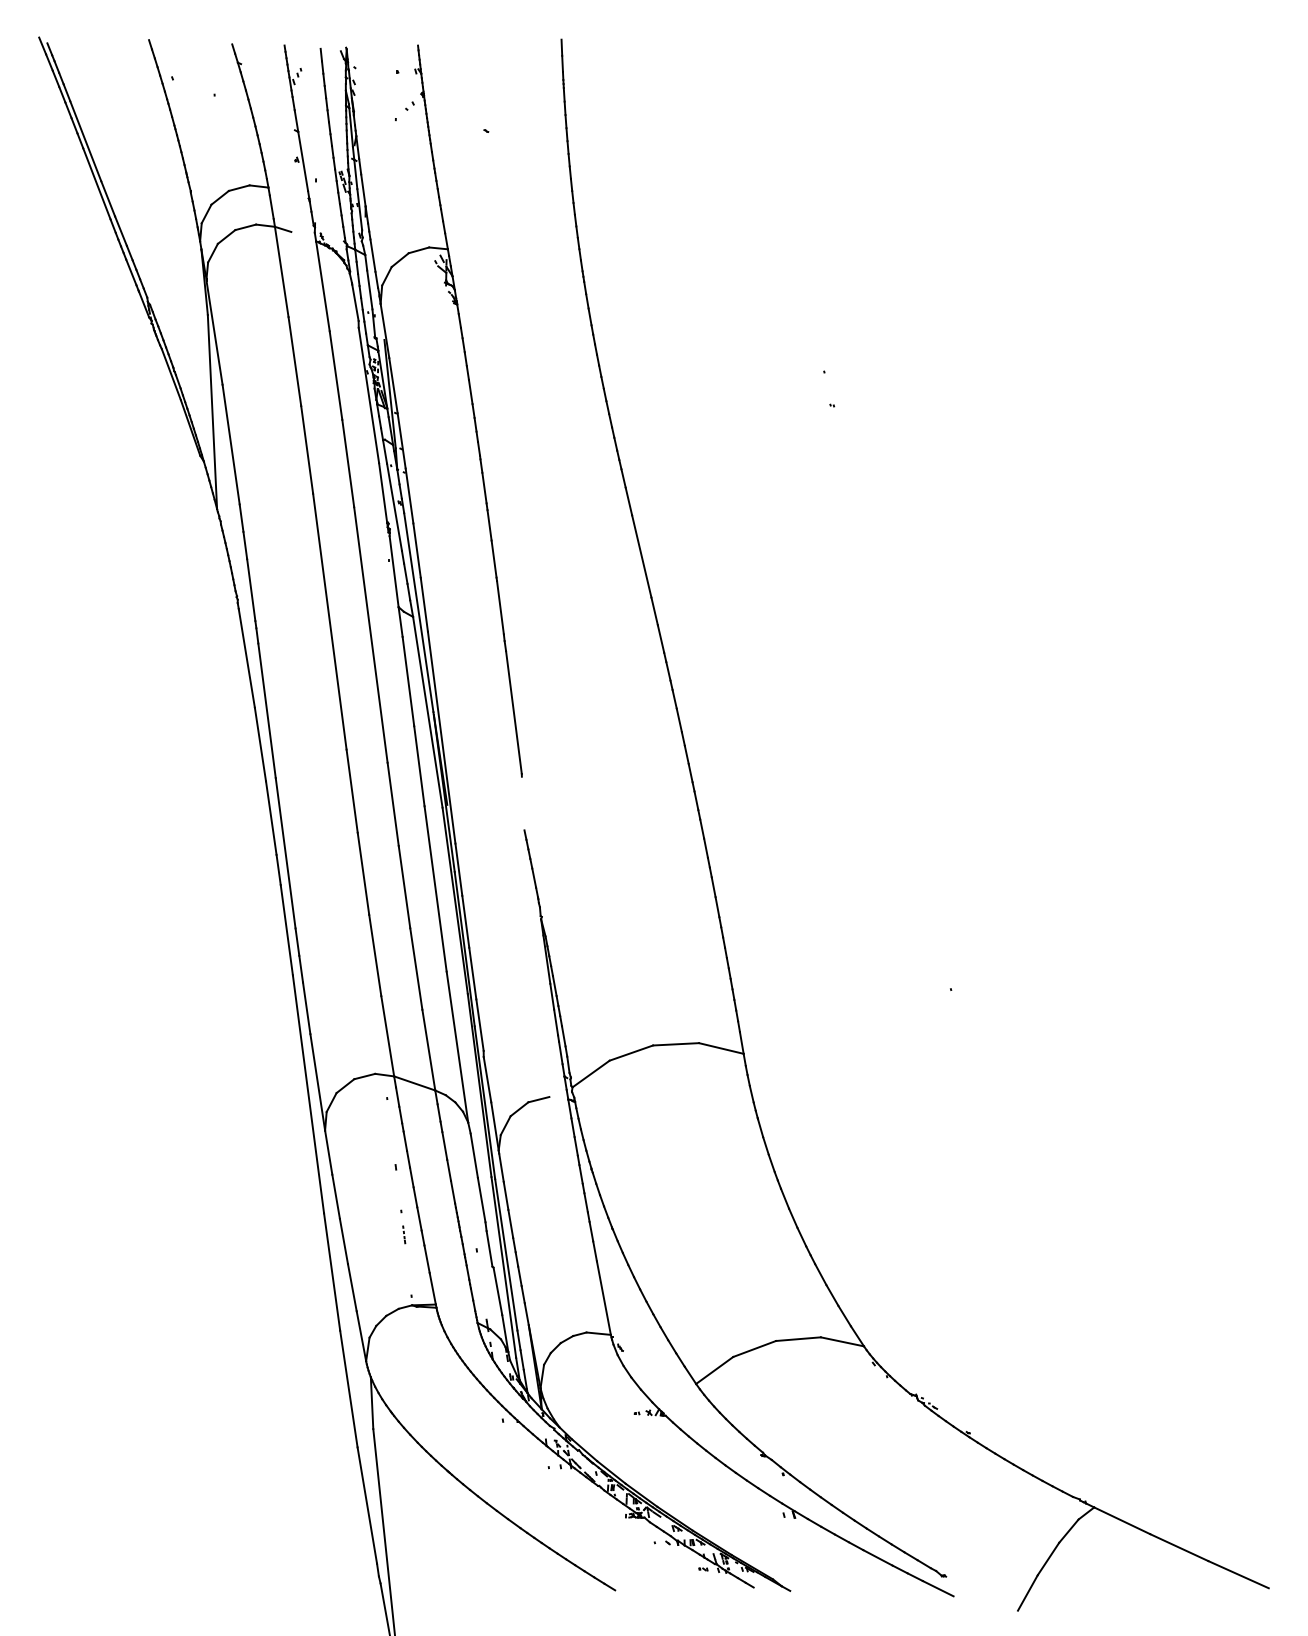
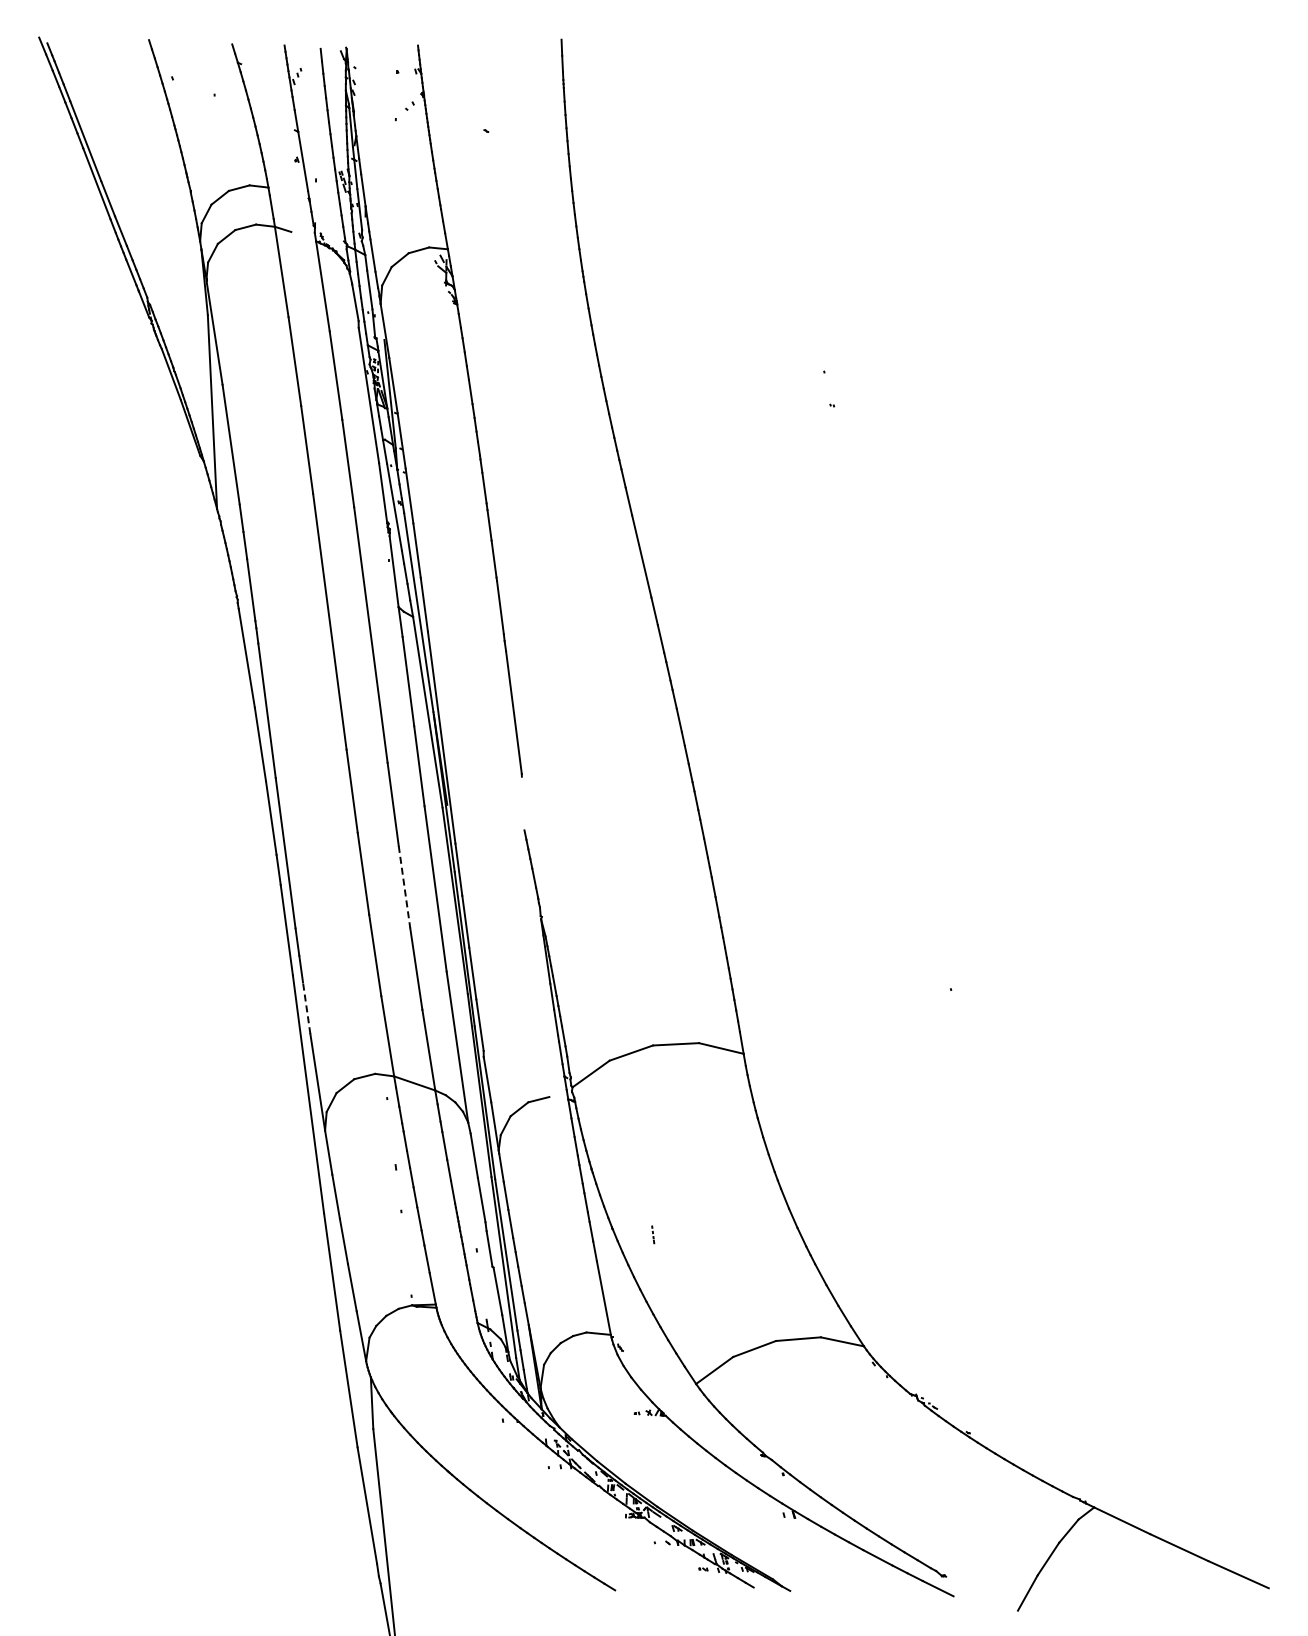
line at (404, 887): solid -> dashed
line at (306, 1007): solid -> dashed
part at (404, 1234) position: (404, 1234) -> (653, 1234)
